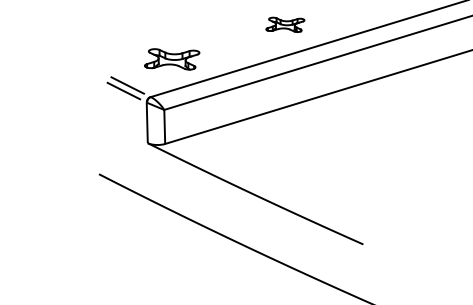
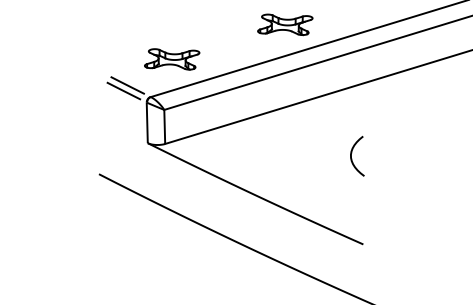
part at (285, 24) size: 41x17 px -> 57x24 px
curve at (352, 158): none -> present
